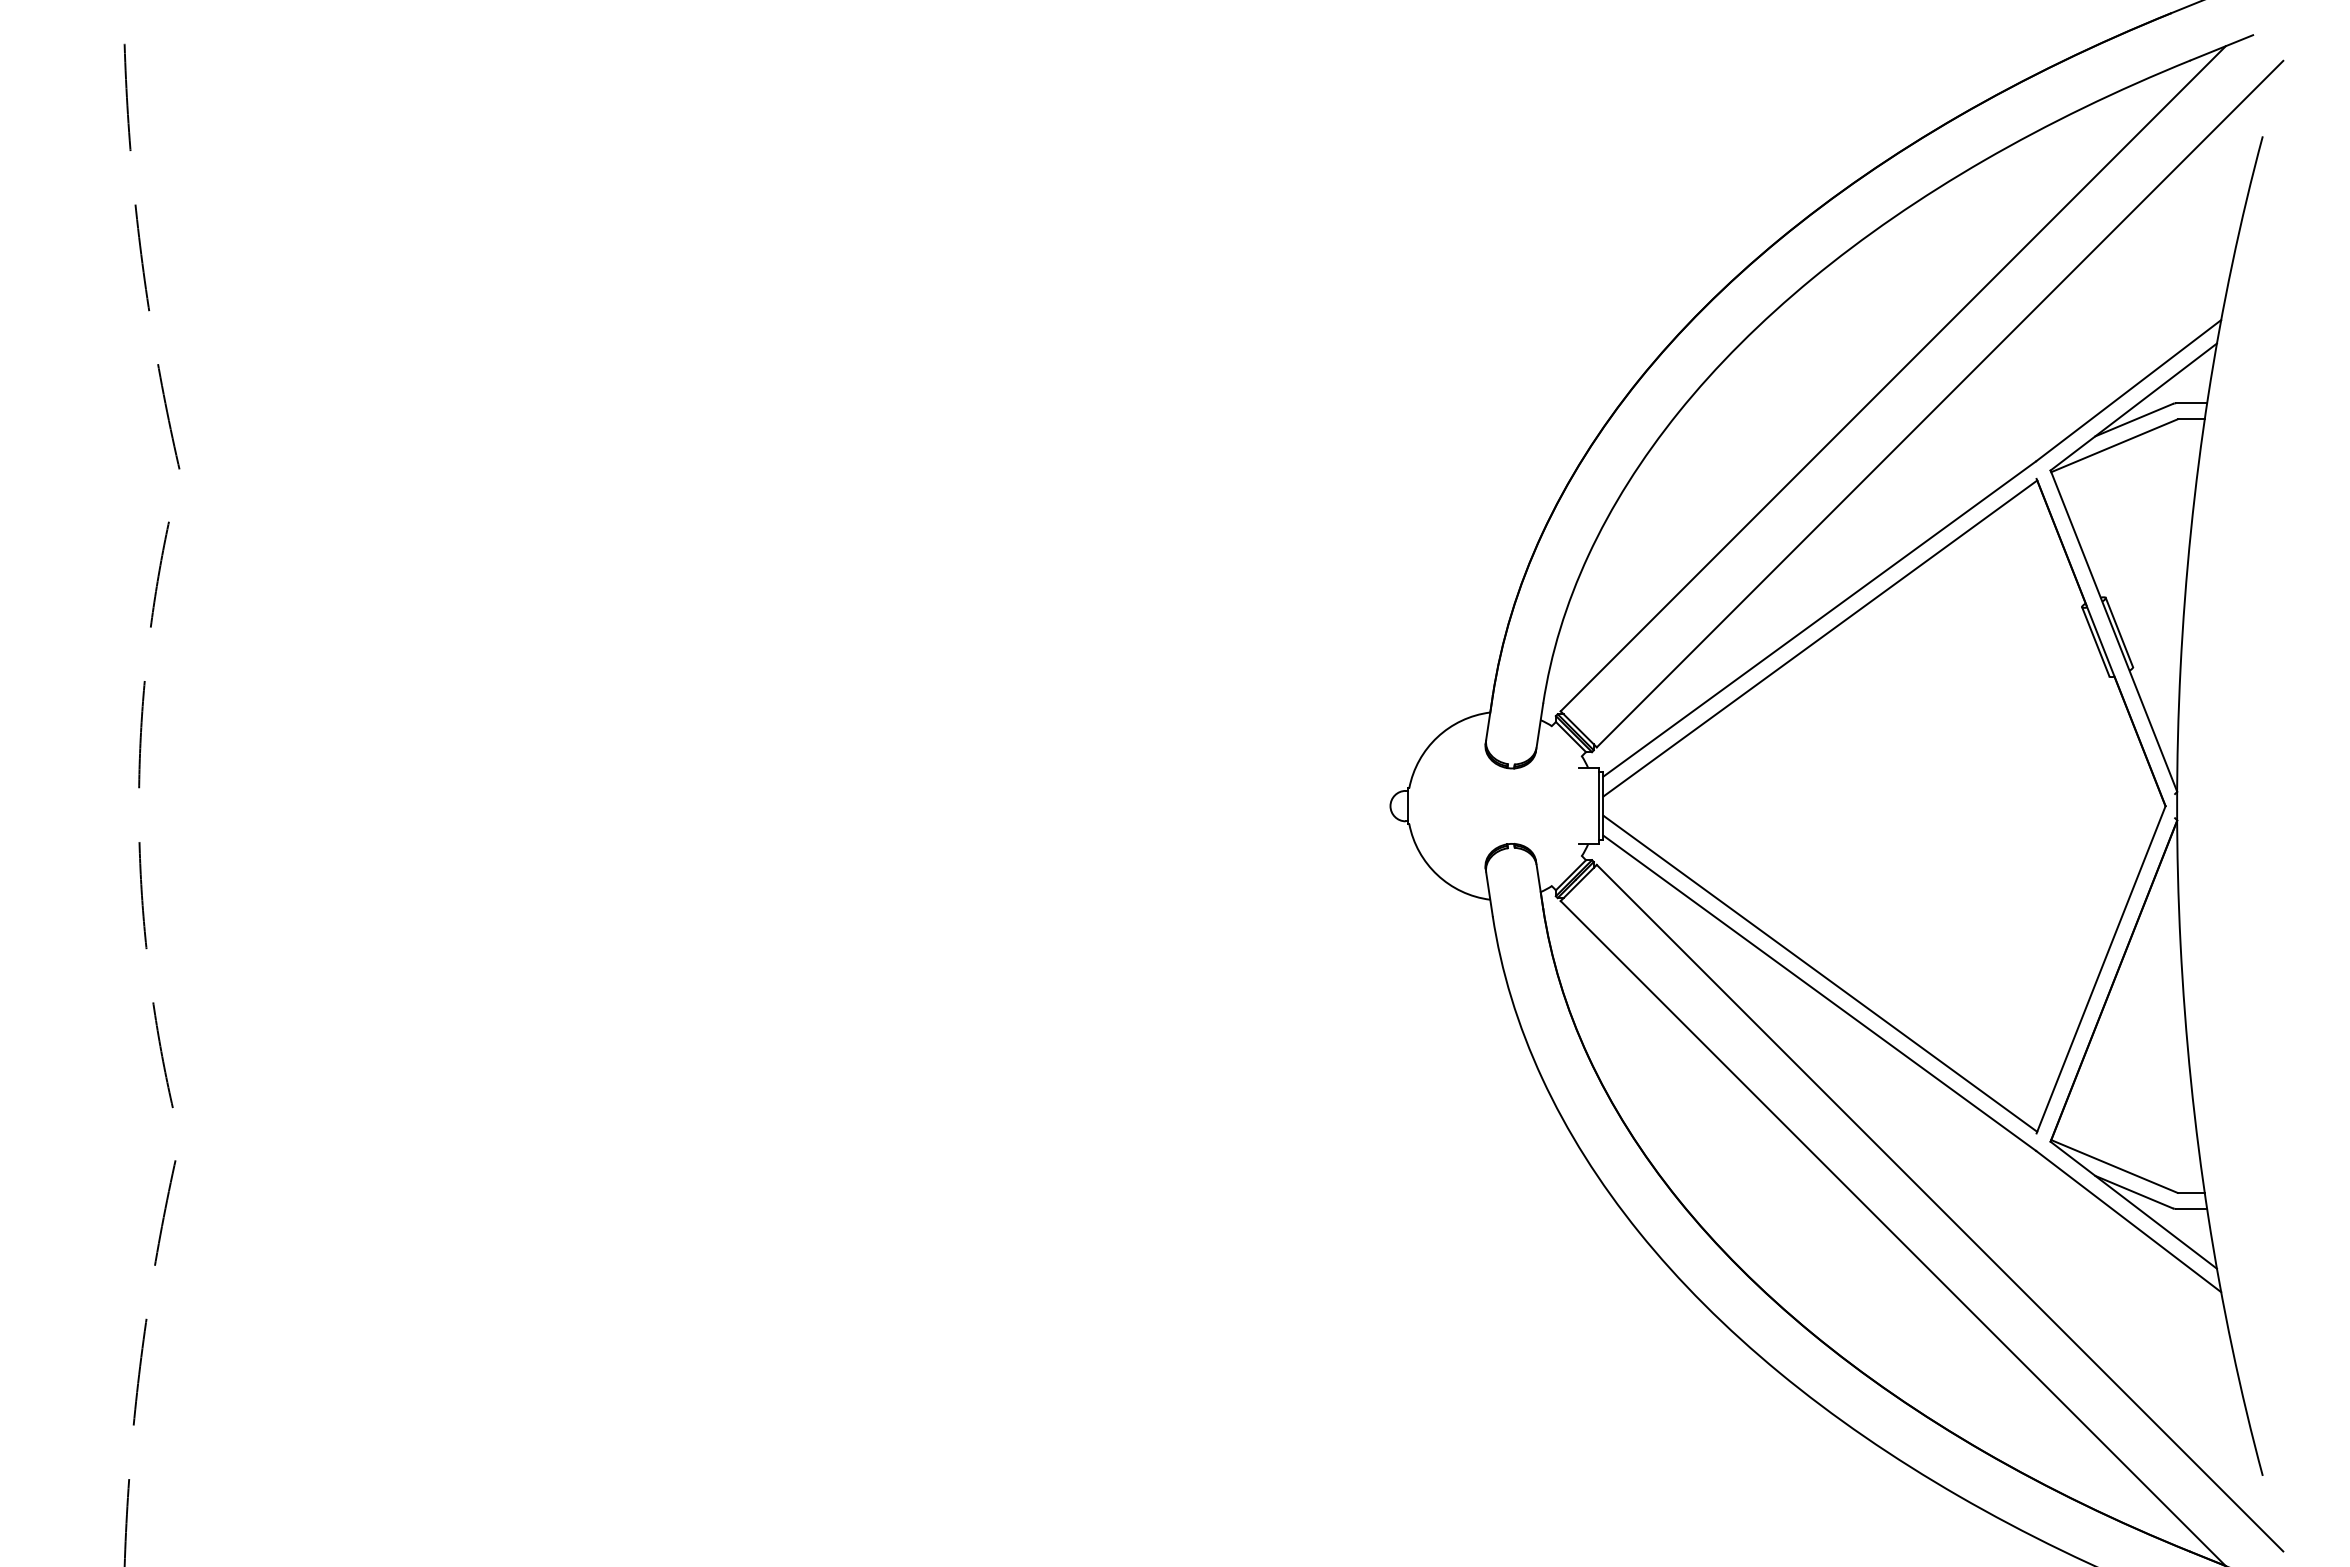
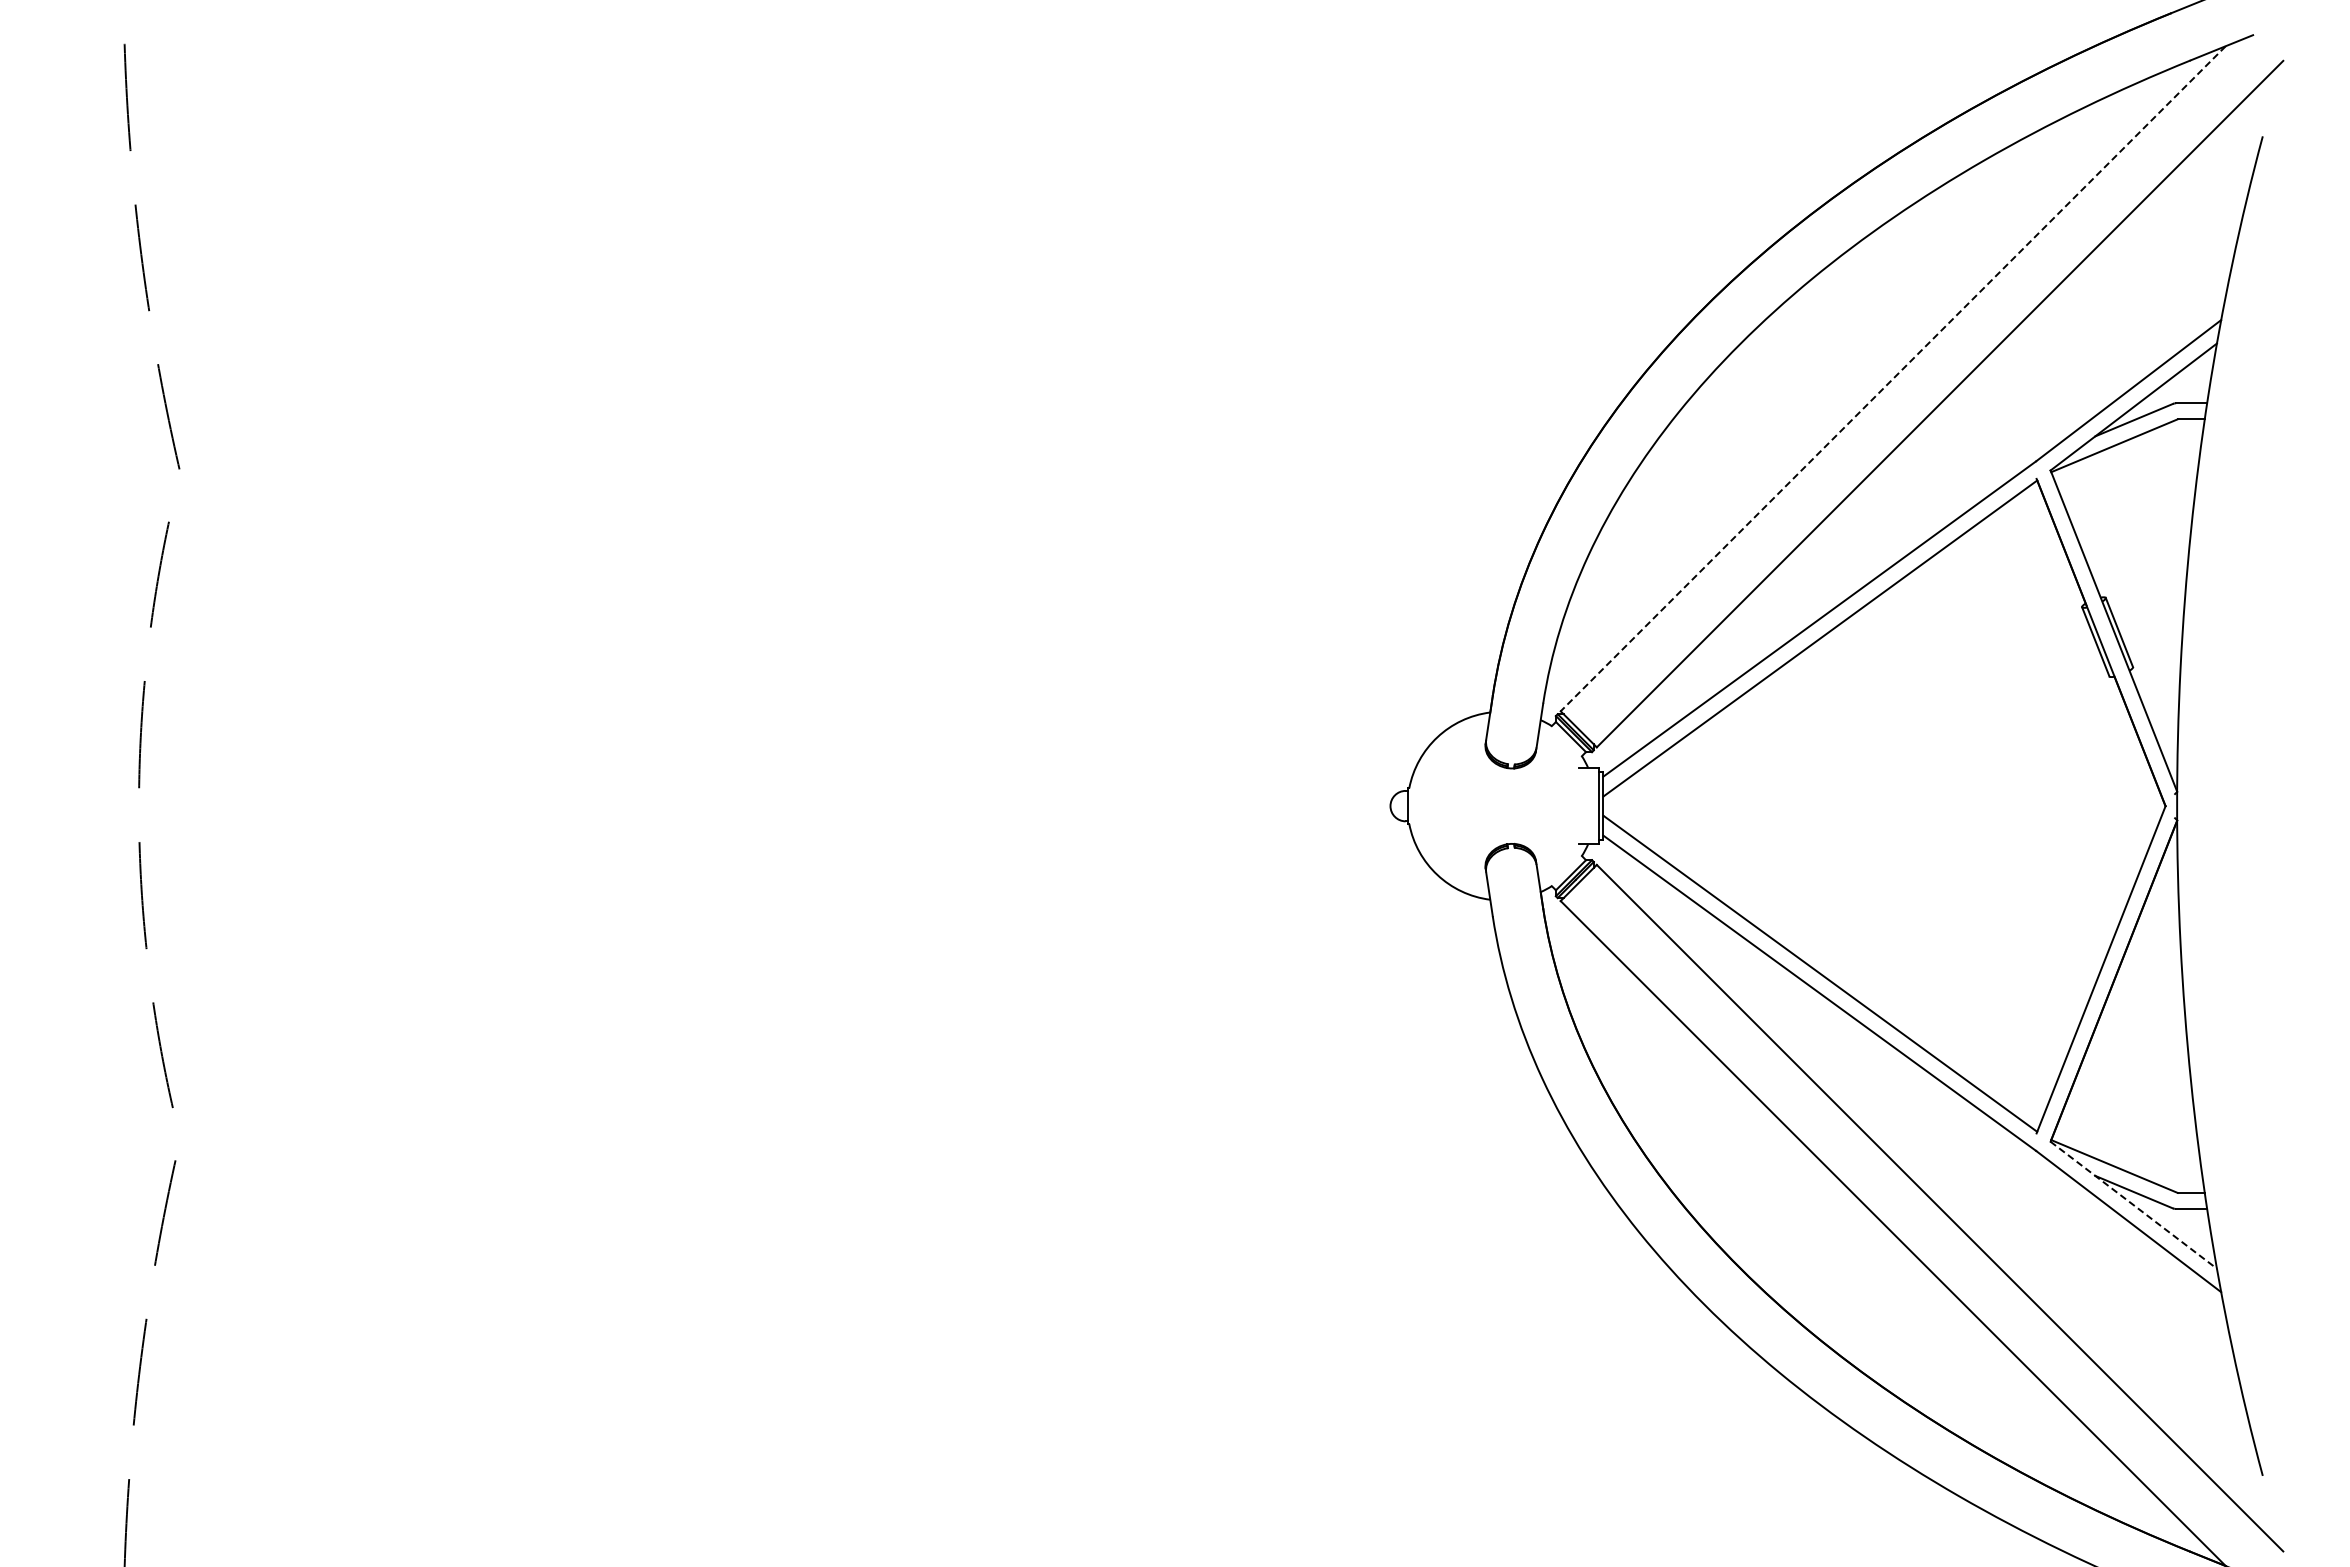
line at (1892, 379): solid -> dashed
line at (2133, 1205): solid -> dashed
